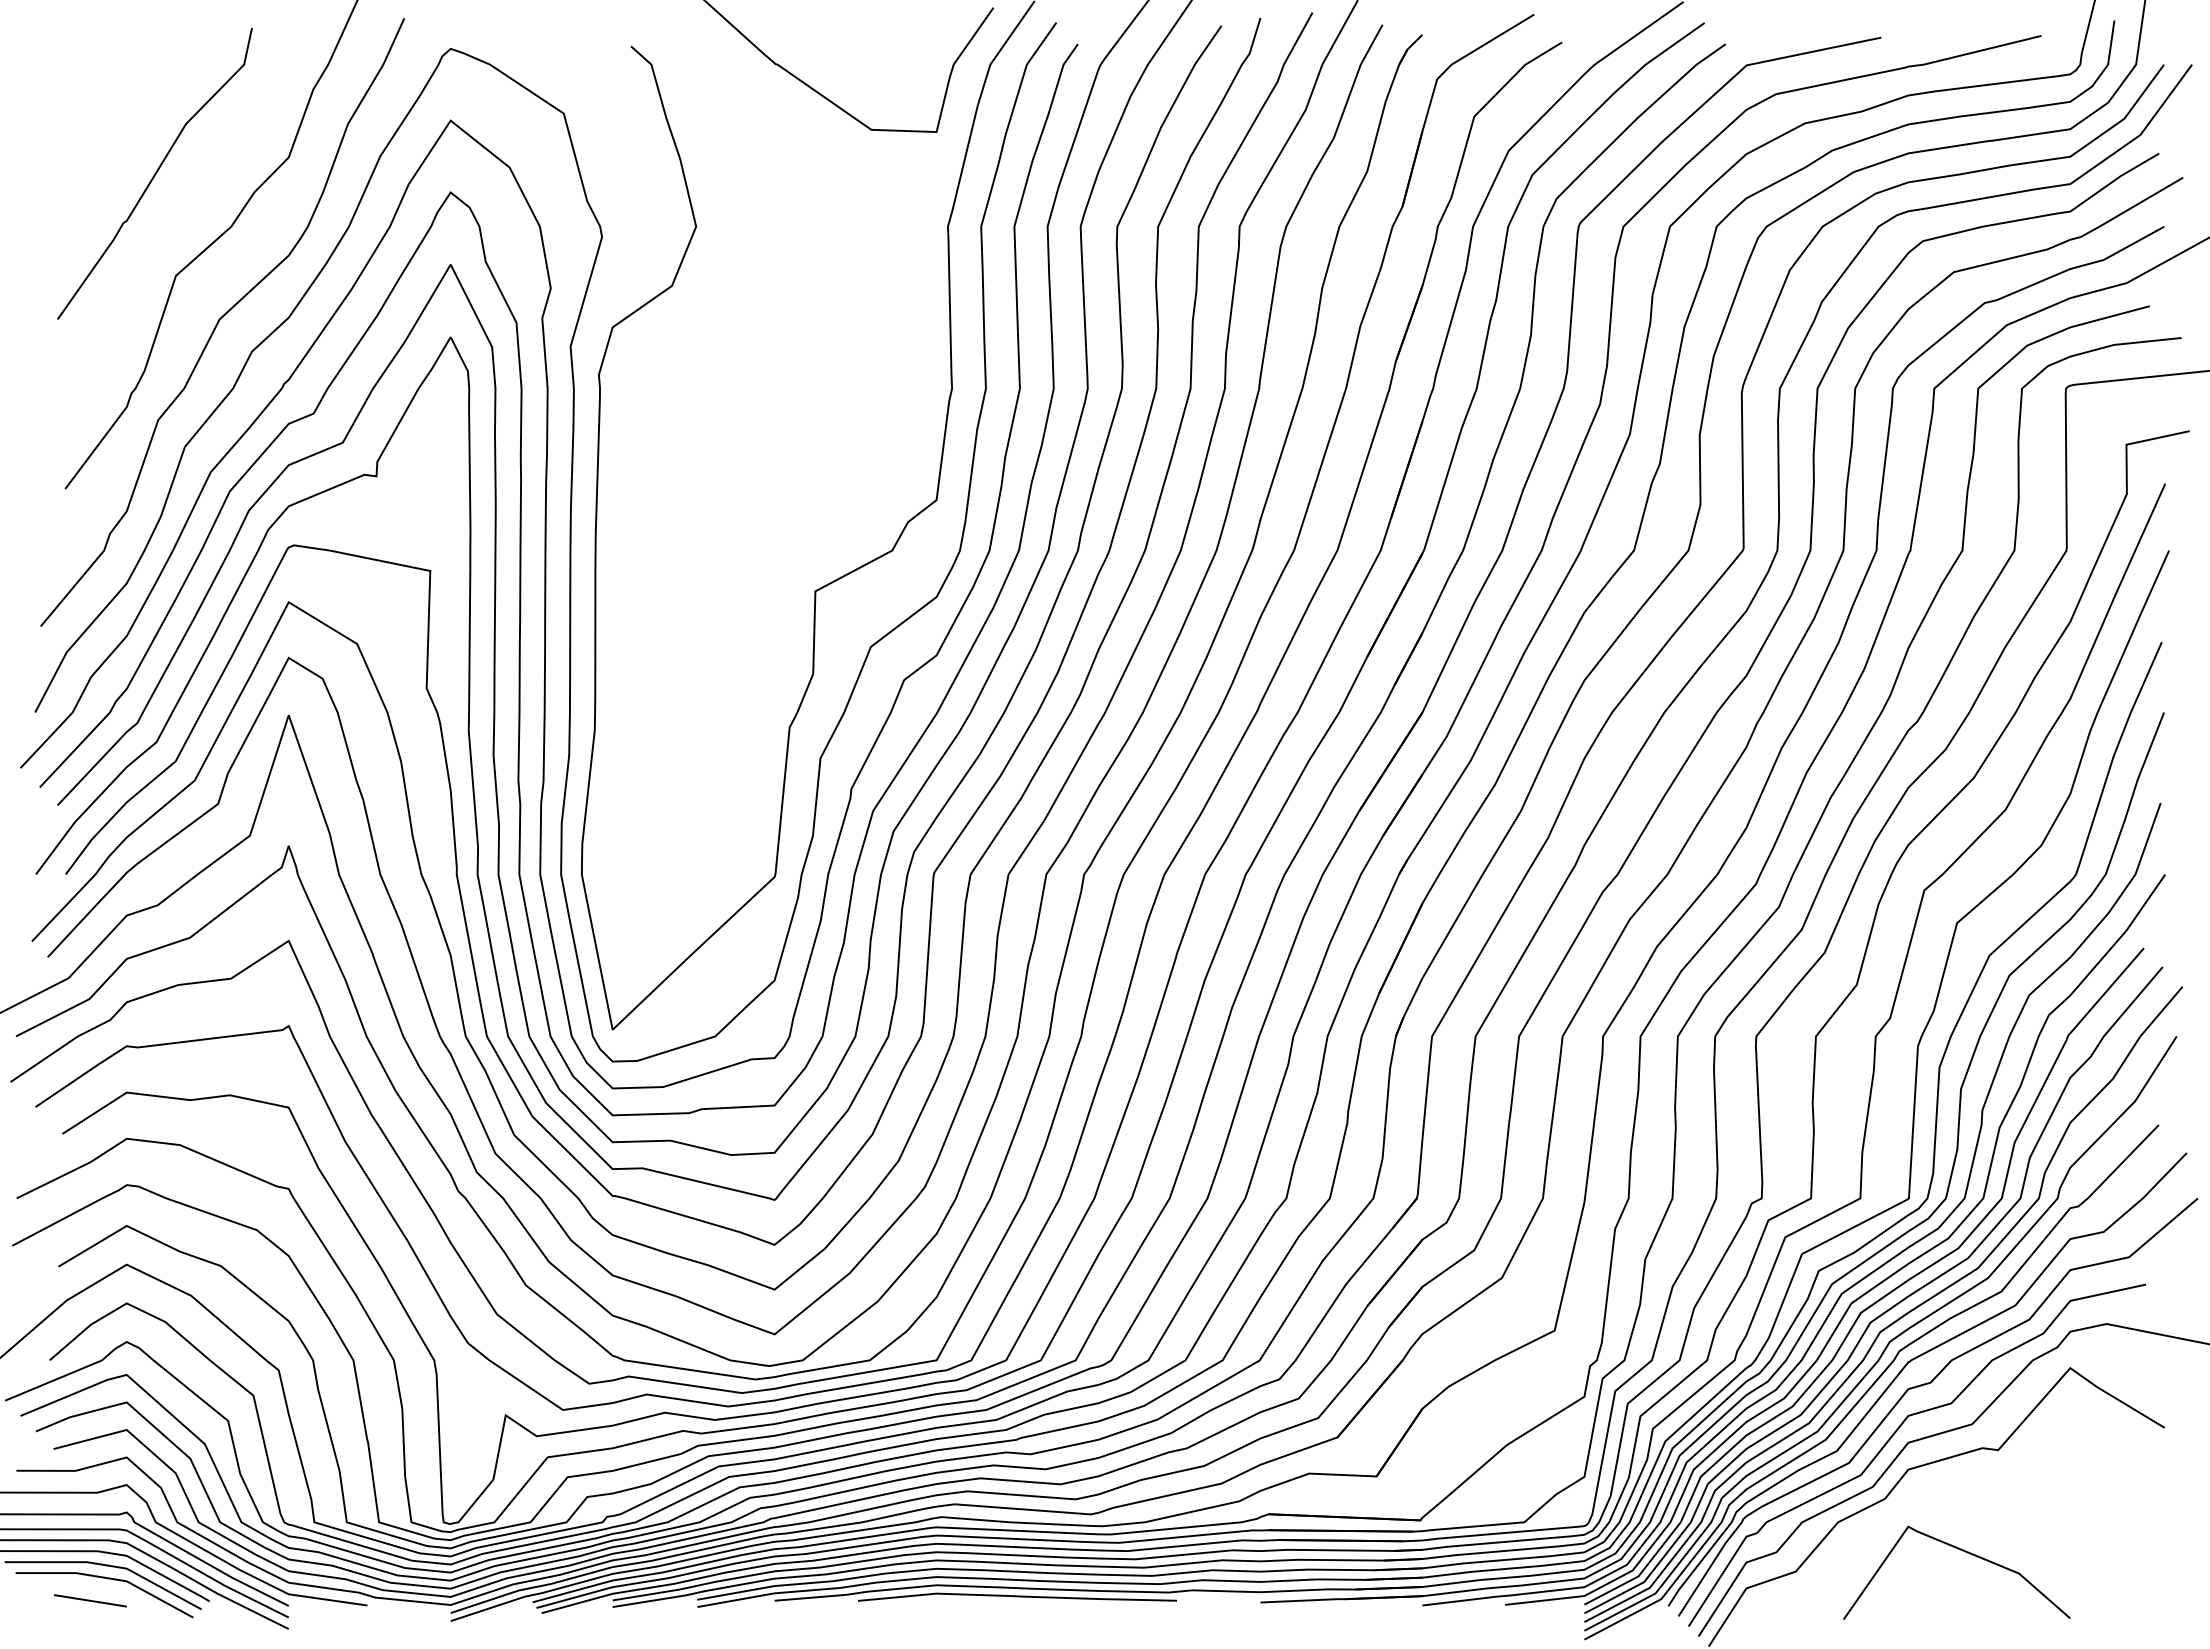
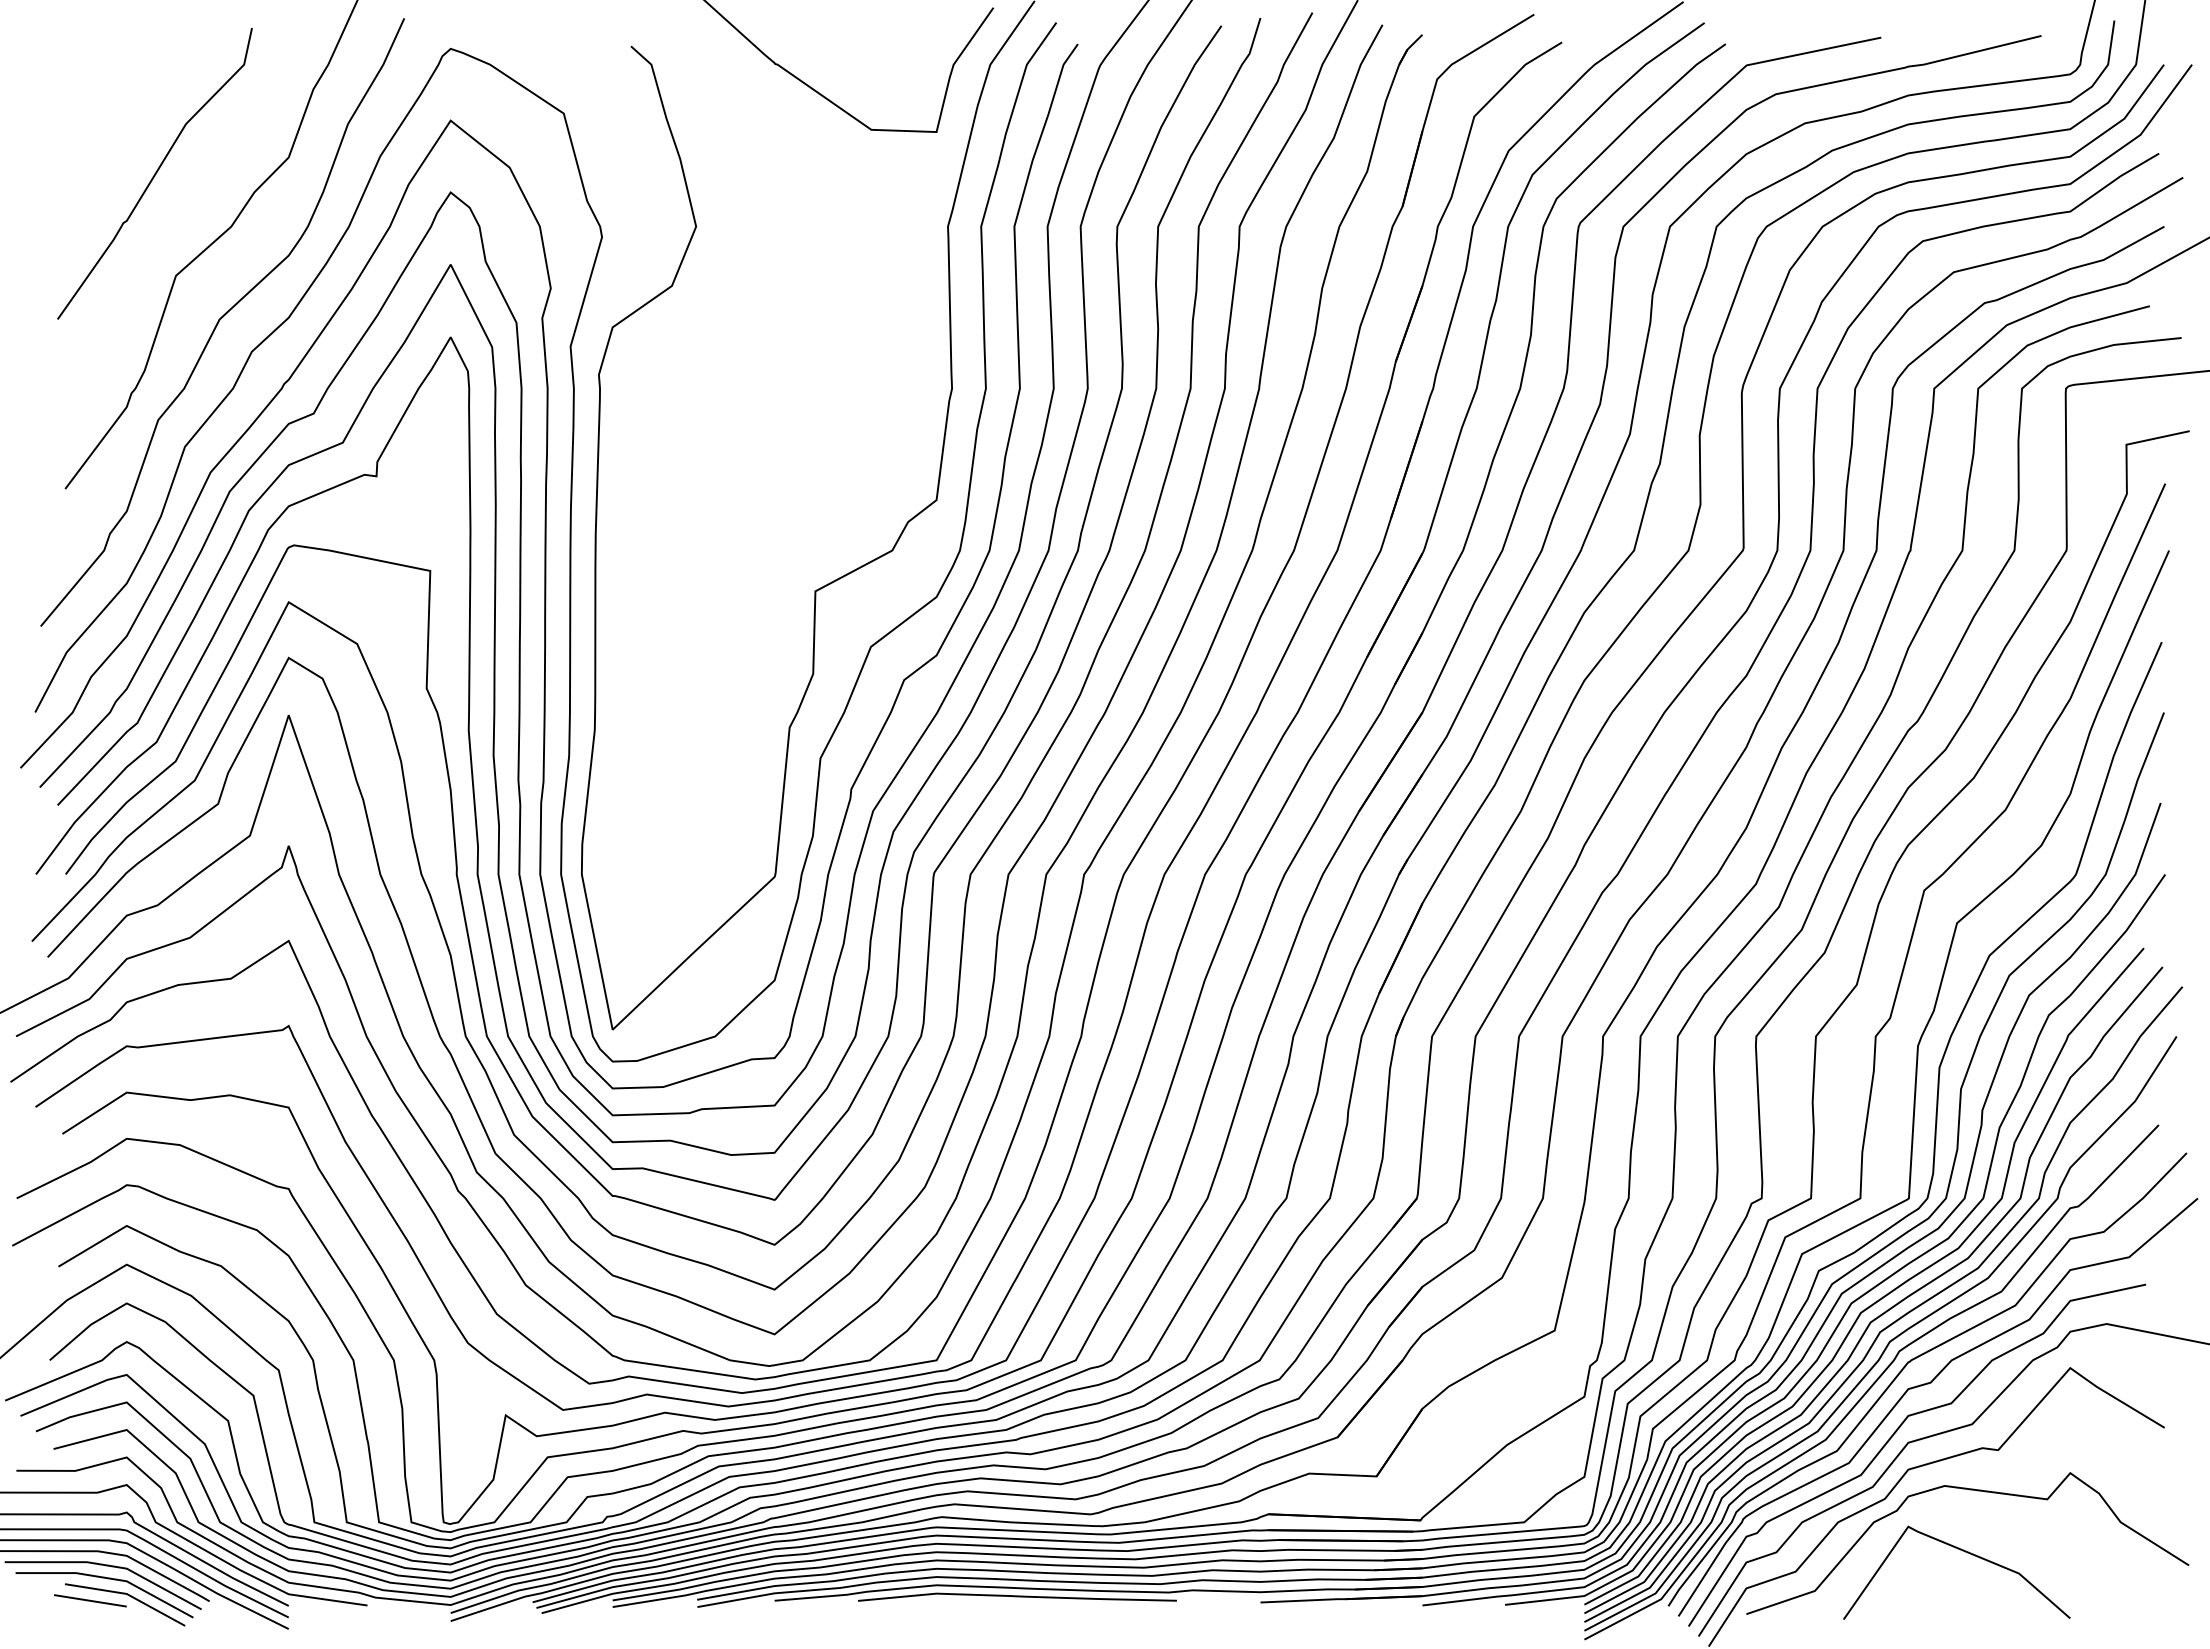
curve at (1977, 1491): none -> present
line at (129, 1596): none -> present
